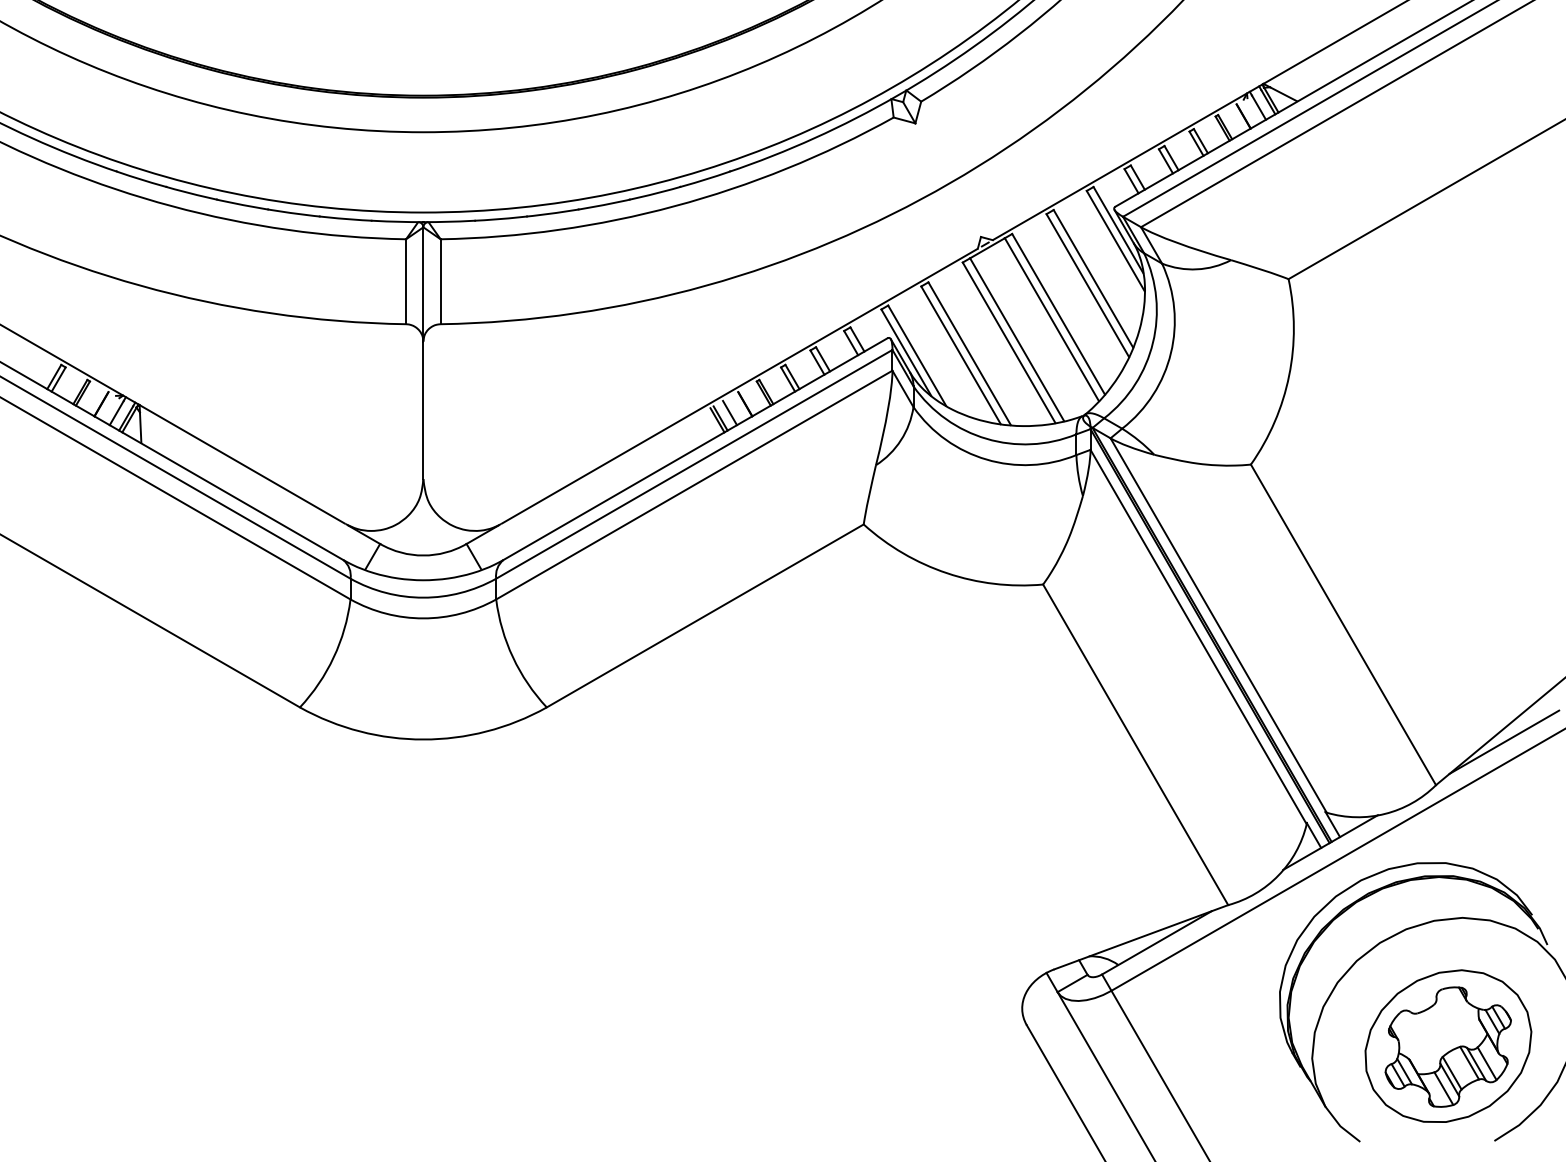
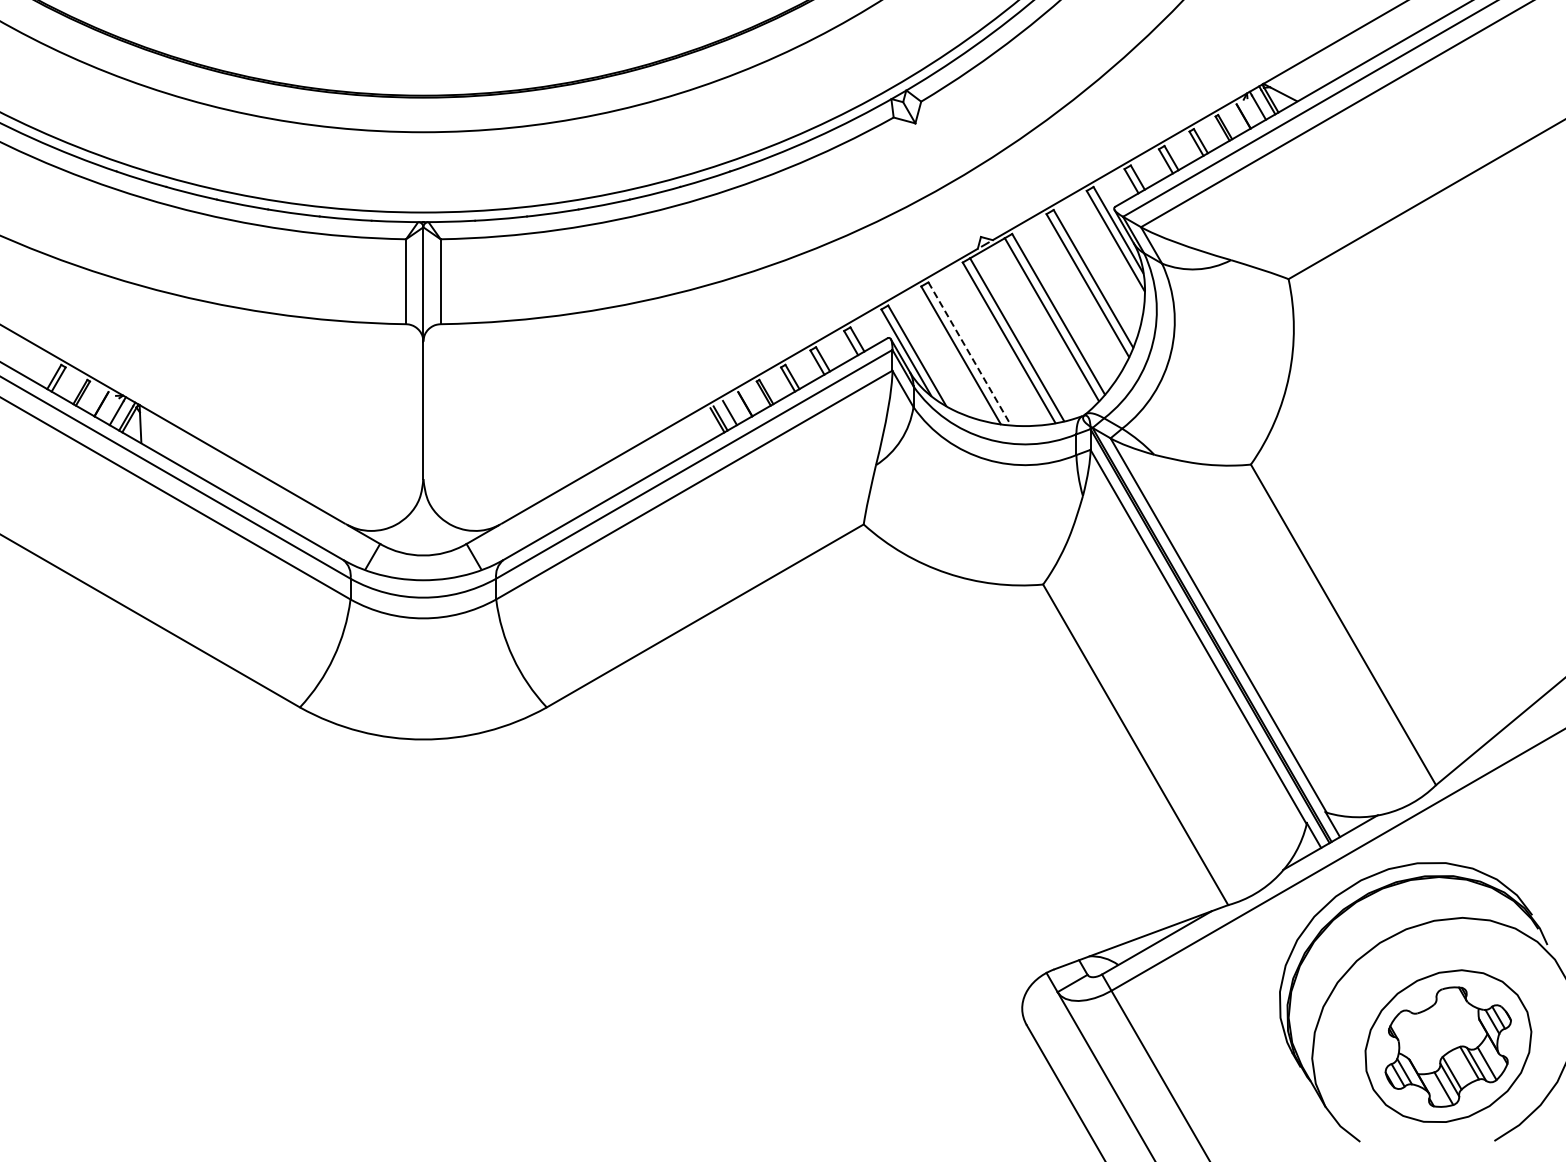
line at (969, 354): solid -> dashed
line at (1504, 741): present -> none
